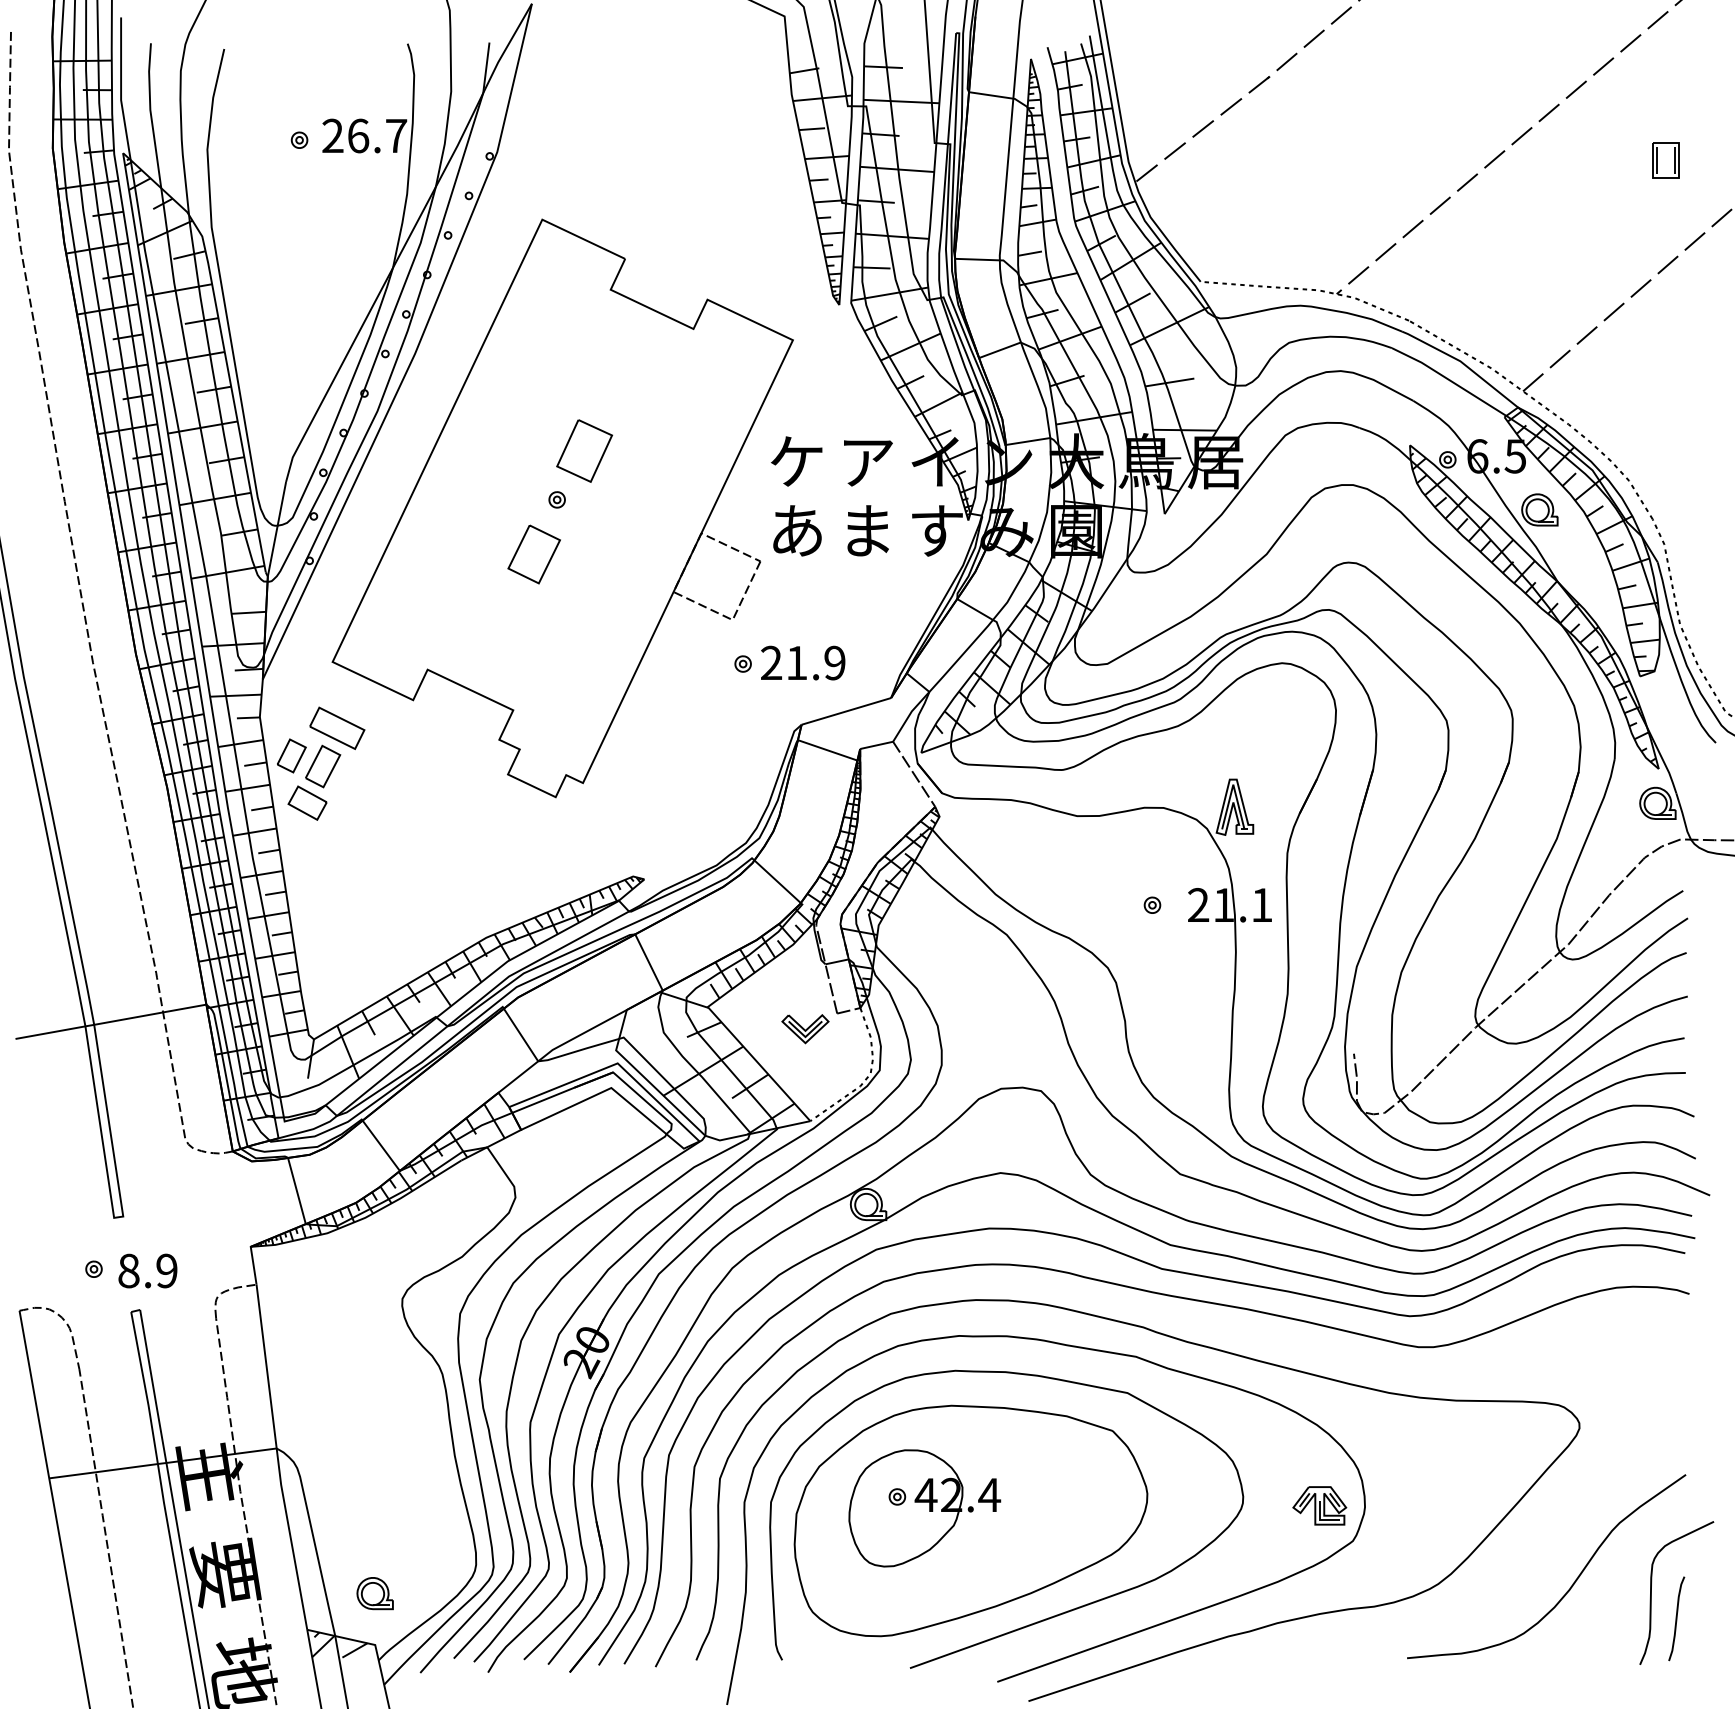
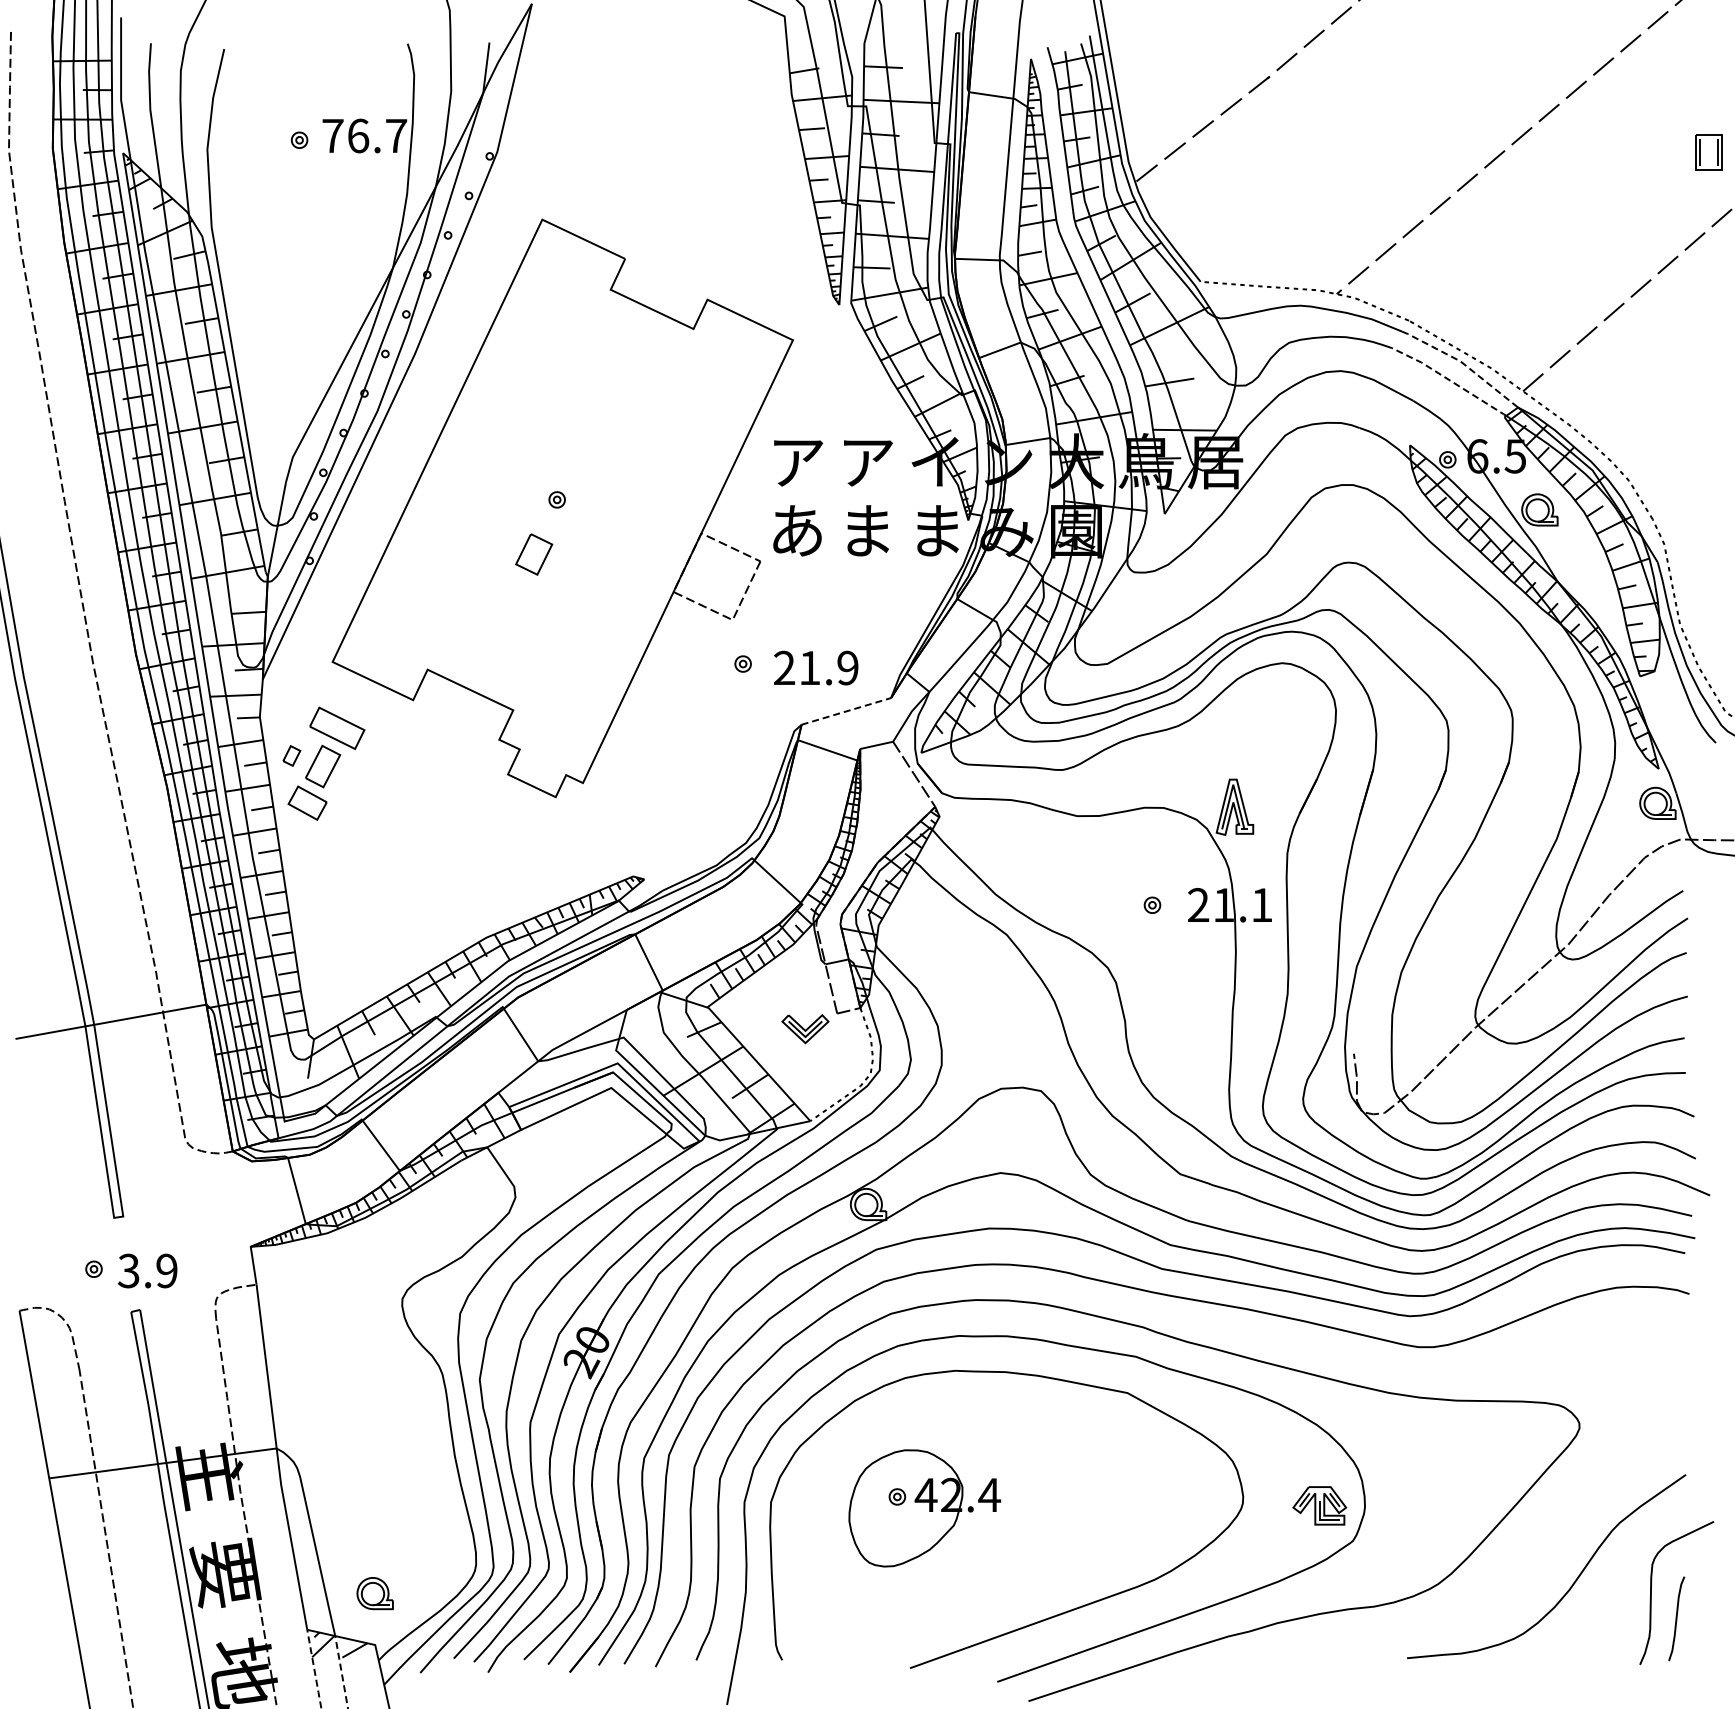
text at (332, 135): 26.7 -> 76.7
part at (1665, 160) position: (1665, 160) -> (1708, 152)
line at (1462, 363): solid -> dashed
line at (1449, 380): solid -> dashed
part at (584, 450): present -> none
text at (796, 461): ケ -> ア
text at (937, 530): す -> ま
part at (533, 554) size: 54x61 px -> 39x43 px
text at (803, 662) position: (803, 662) -> (816, 667)
line at (846, 711): solid -> dashed
part at (291, 755) size: 30x36 px -> 20x22 px
text at (128, 1270): 8.9 -> 3.9
part at (970, 1520): present -> none
line at (314, 1669): solid -> dashed
line at (341, 1672): solid -> dashed
